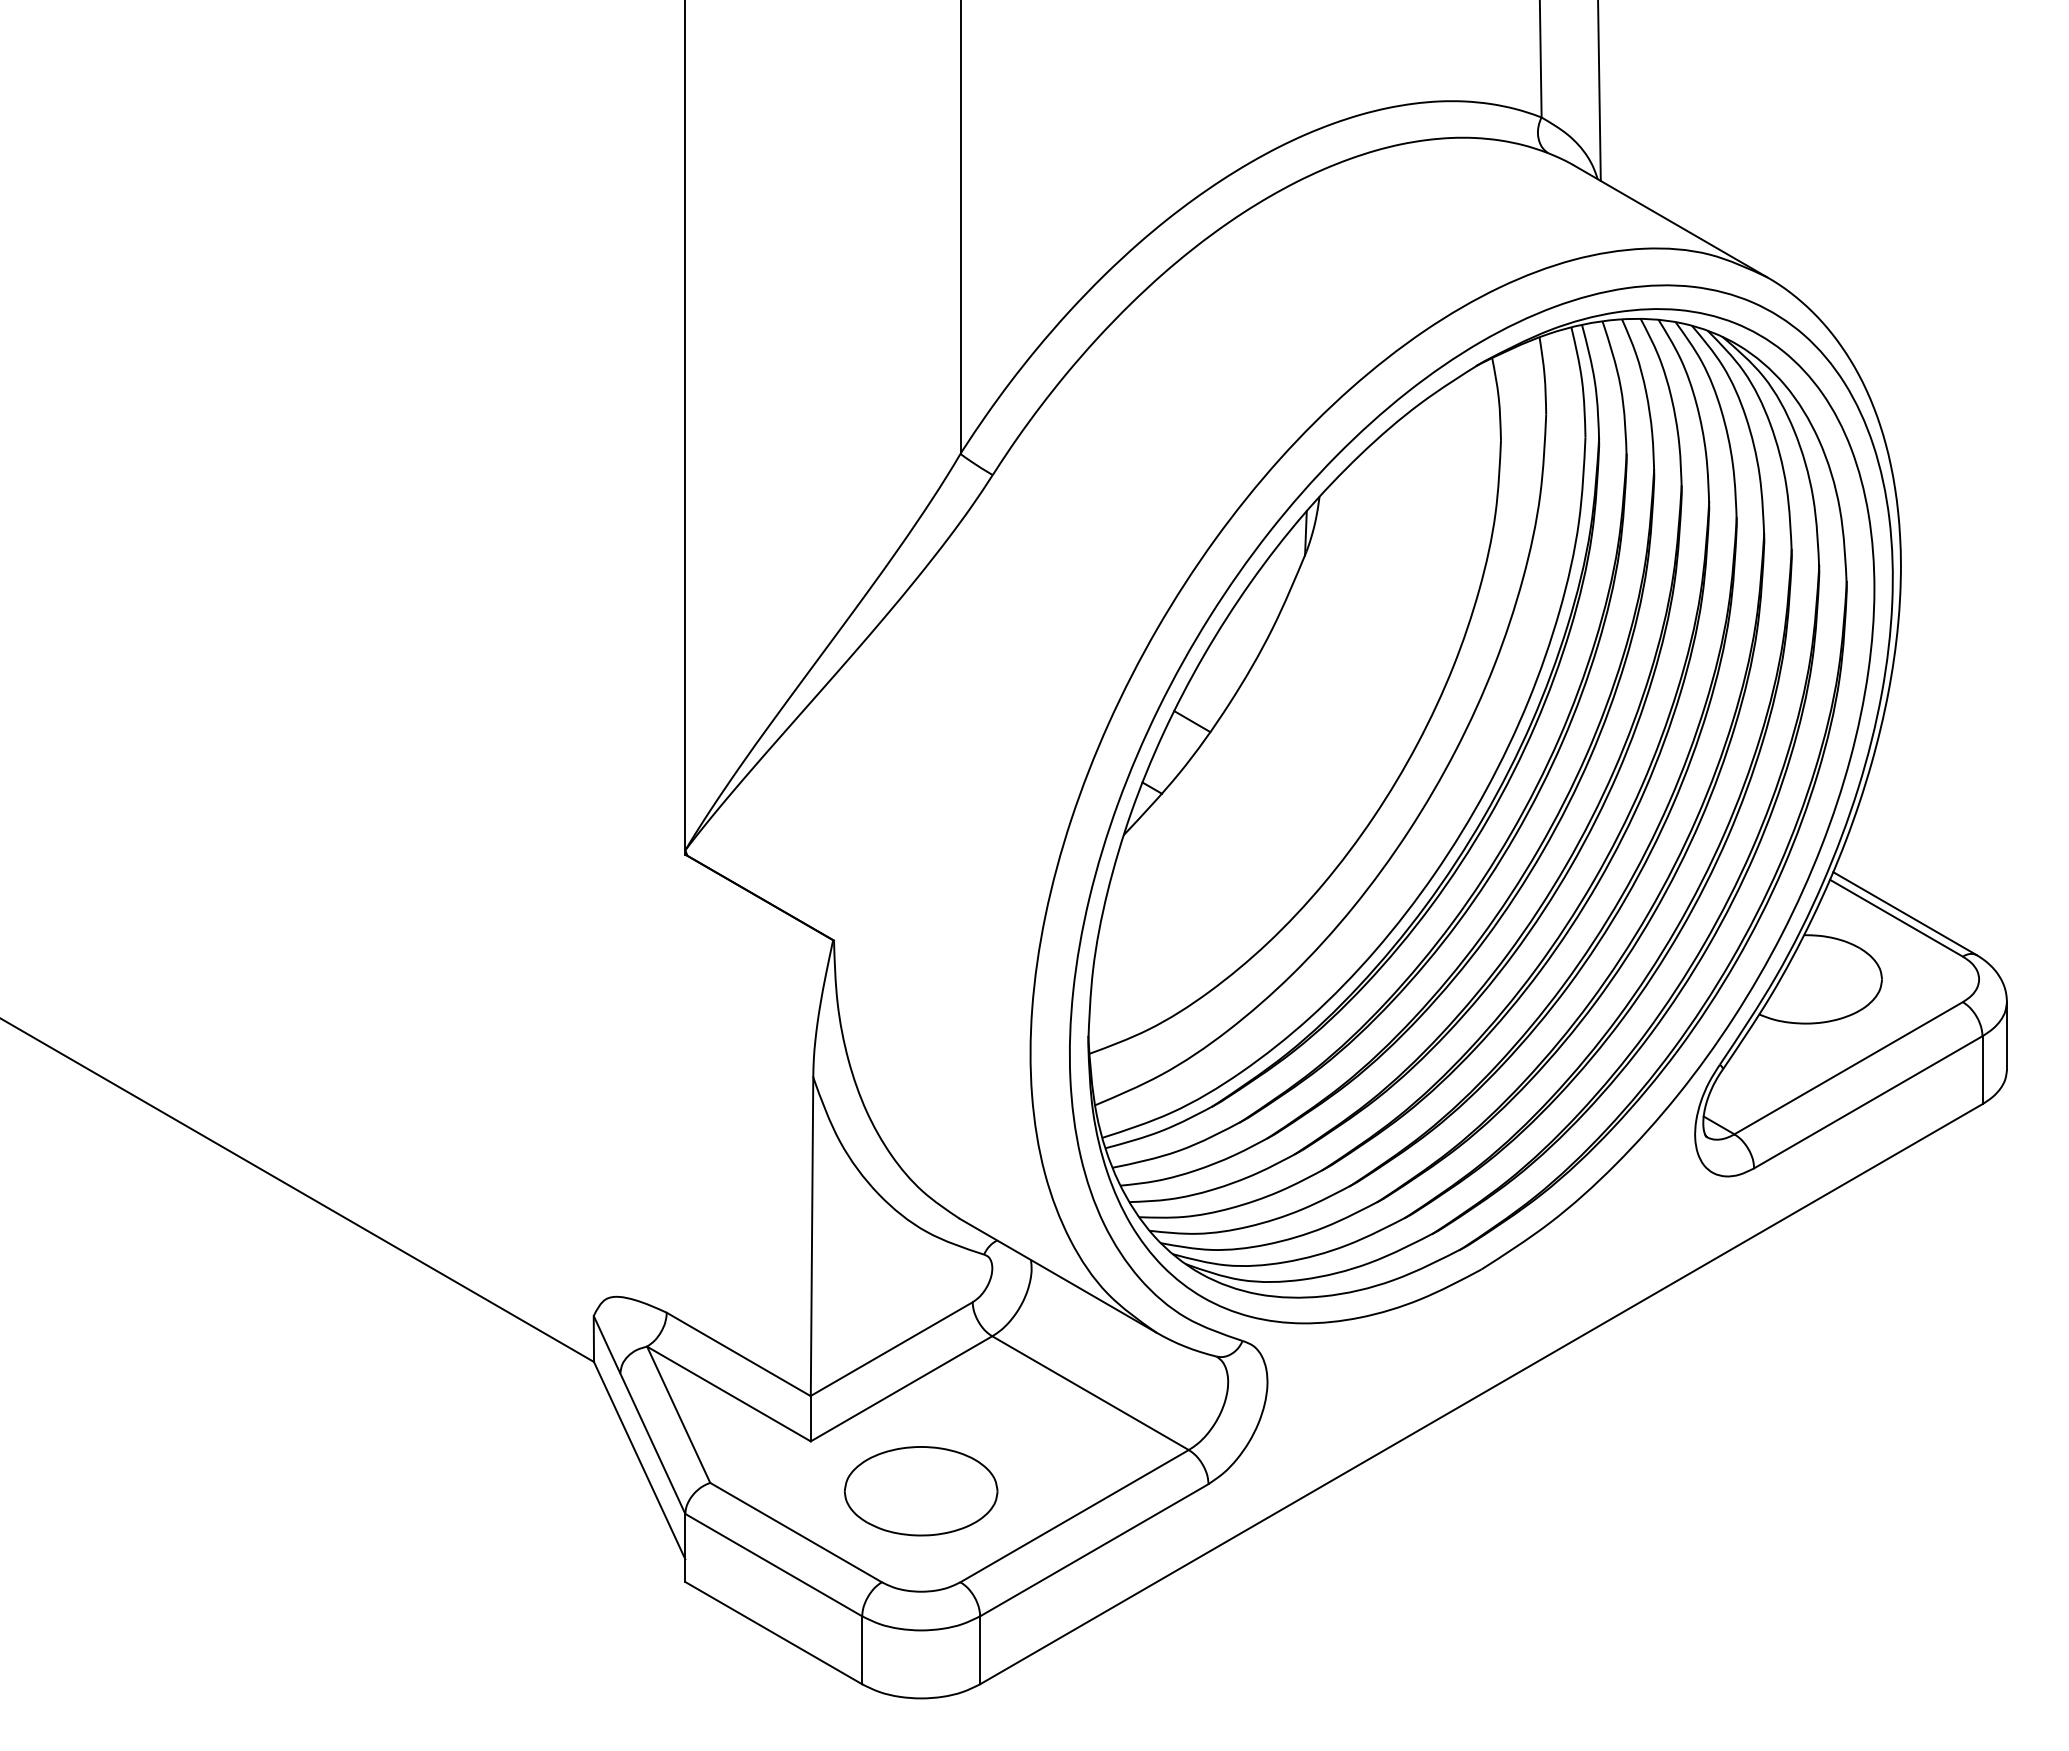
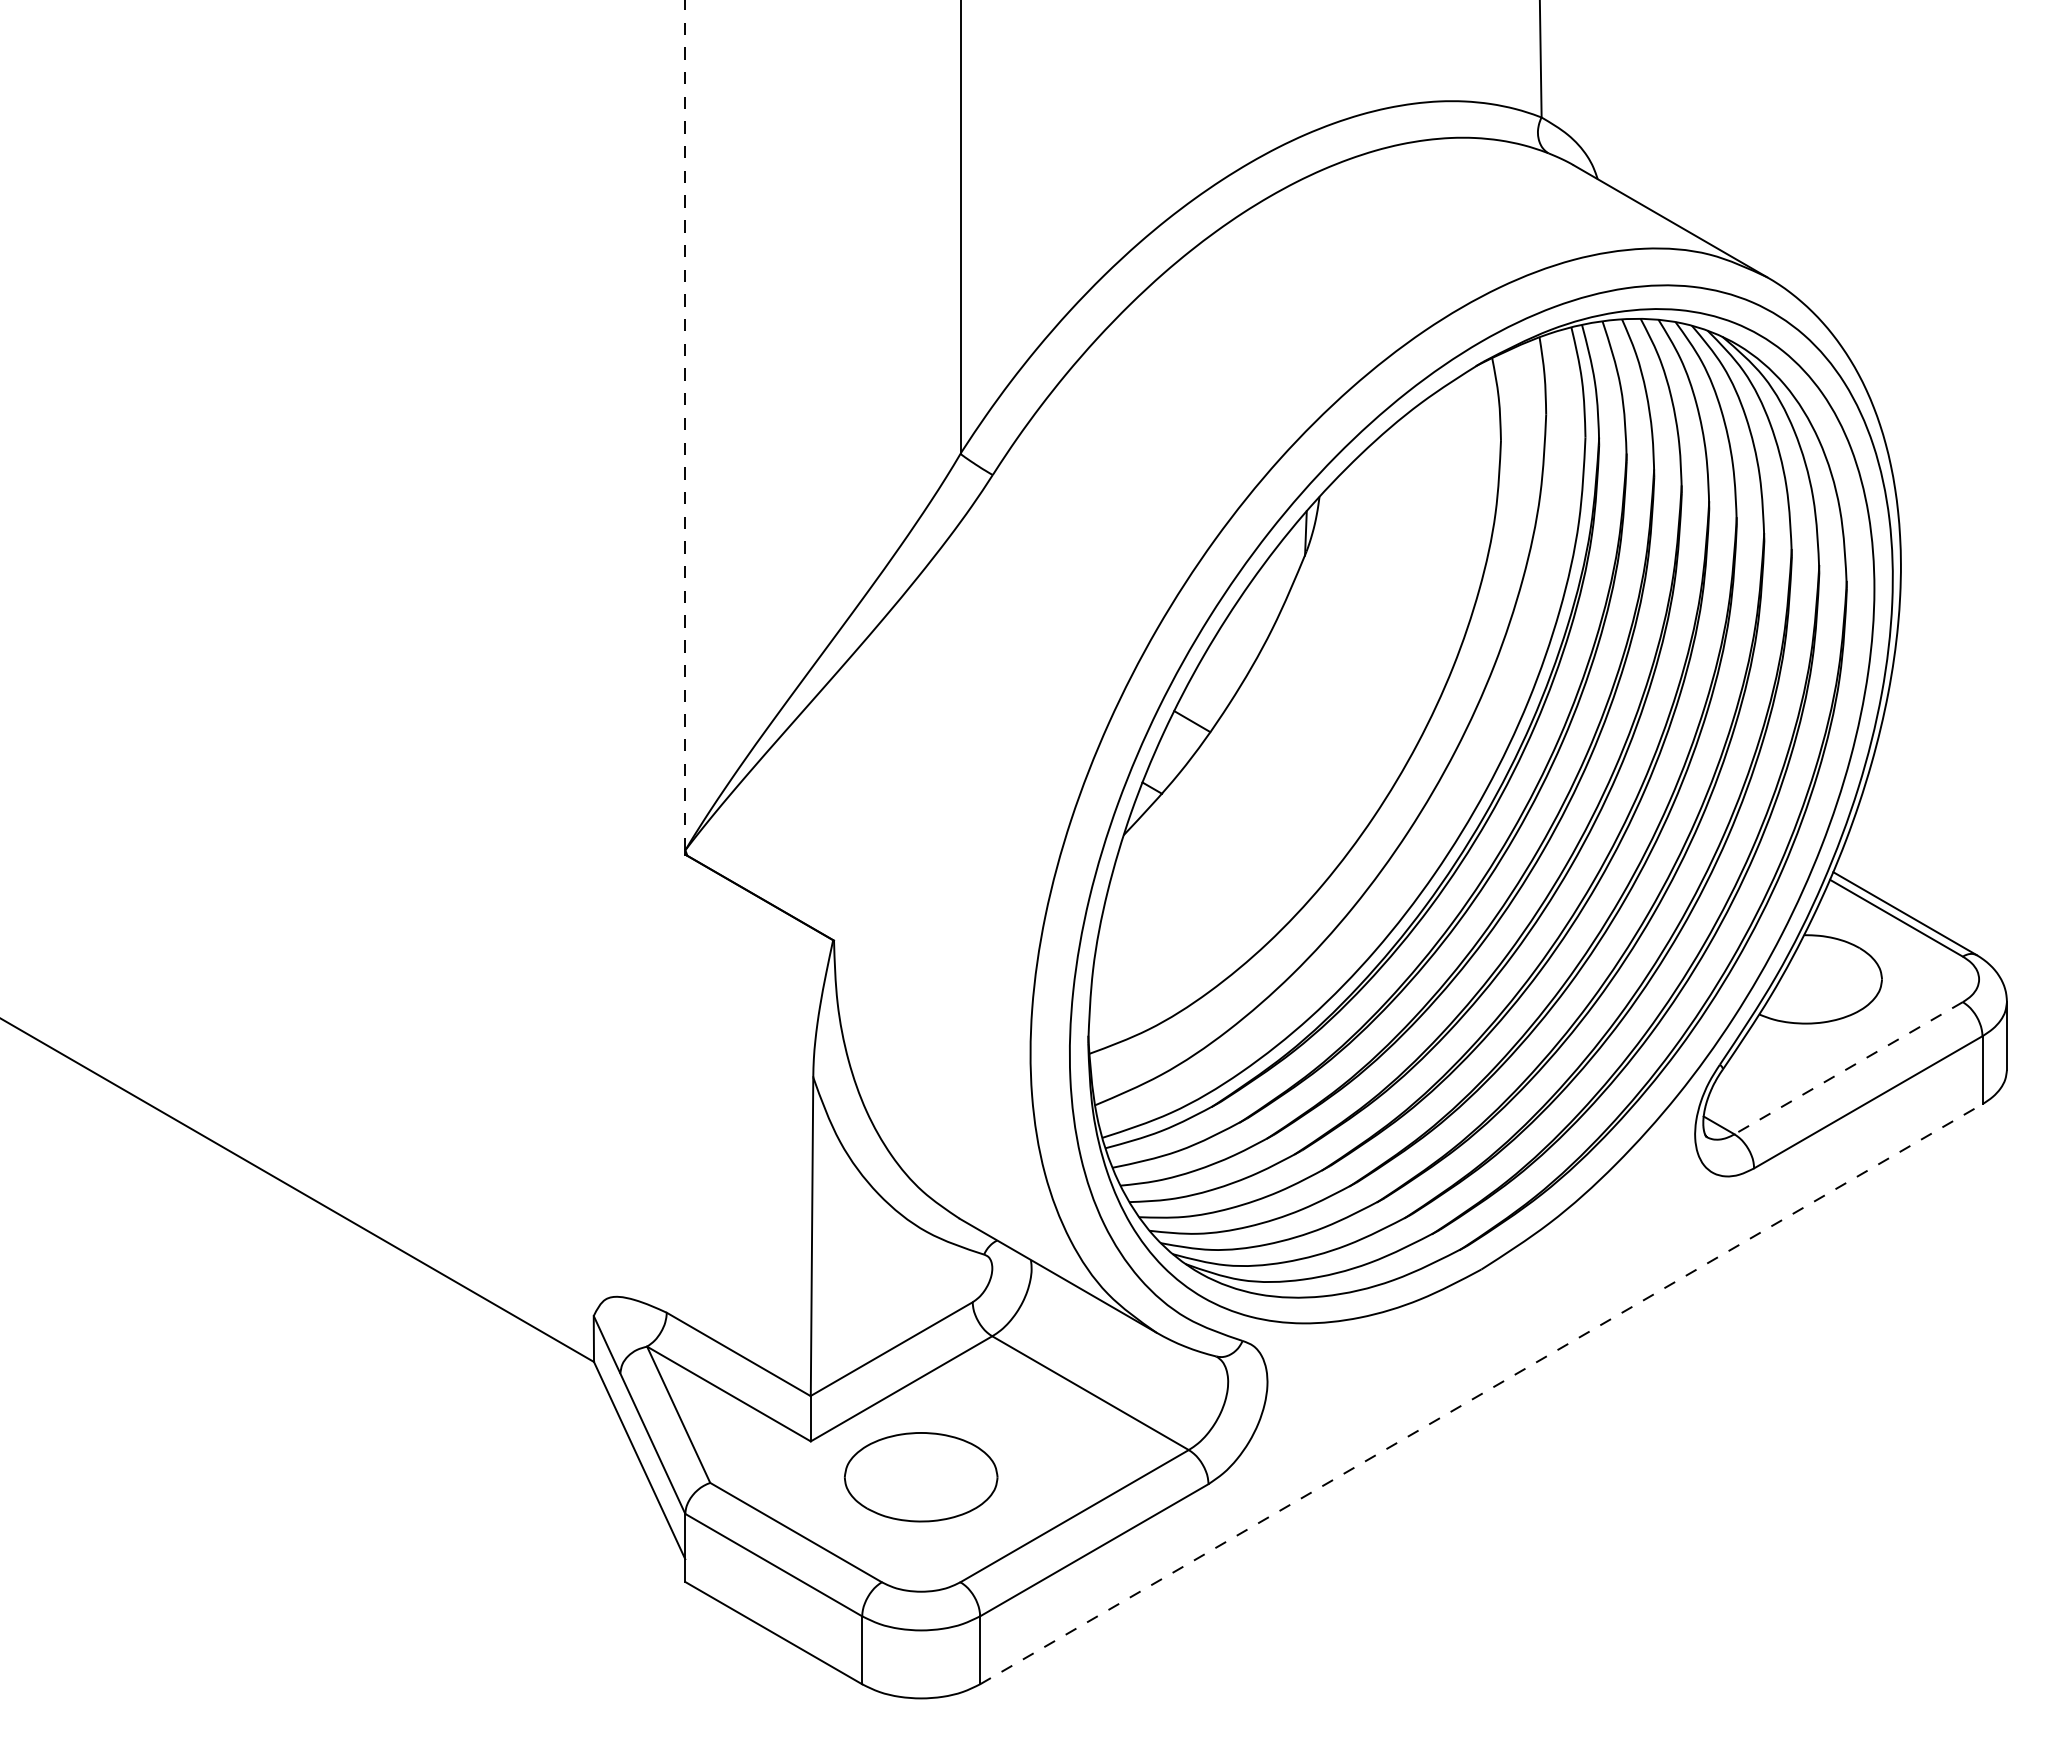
line at (1599, 91): present -> none
line at (685, 425): solid -> dashed
line at (1848, 1068): solid -> dashed
line at (1481, 1393): solid -> dashed
part at (920, 1491) position: (920, 1491) -> (920, 1477)
